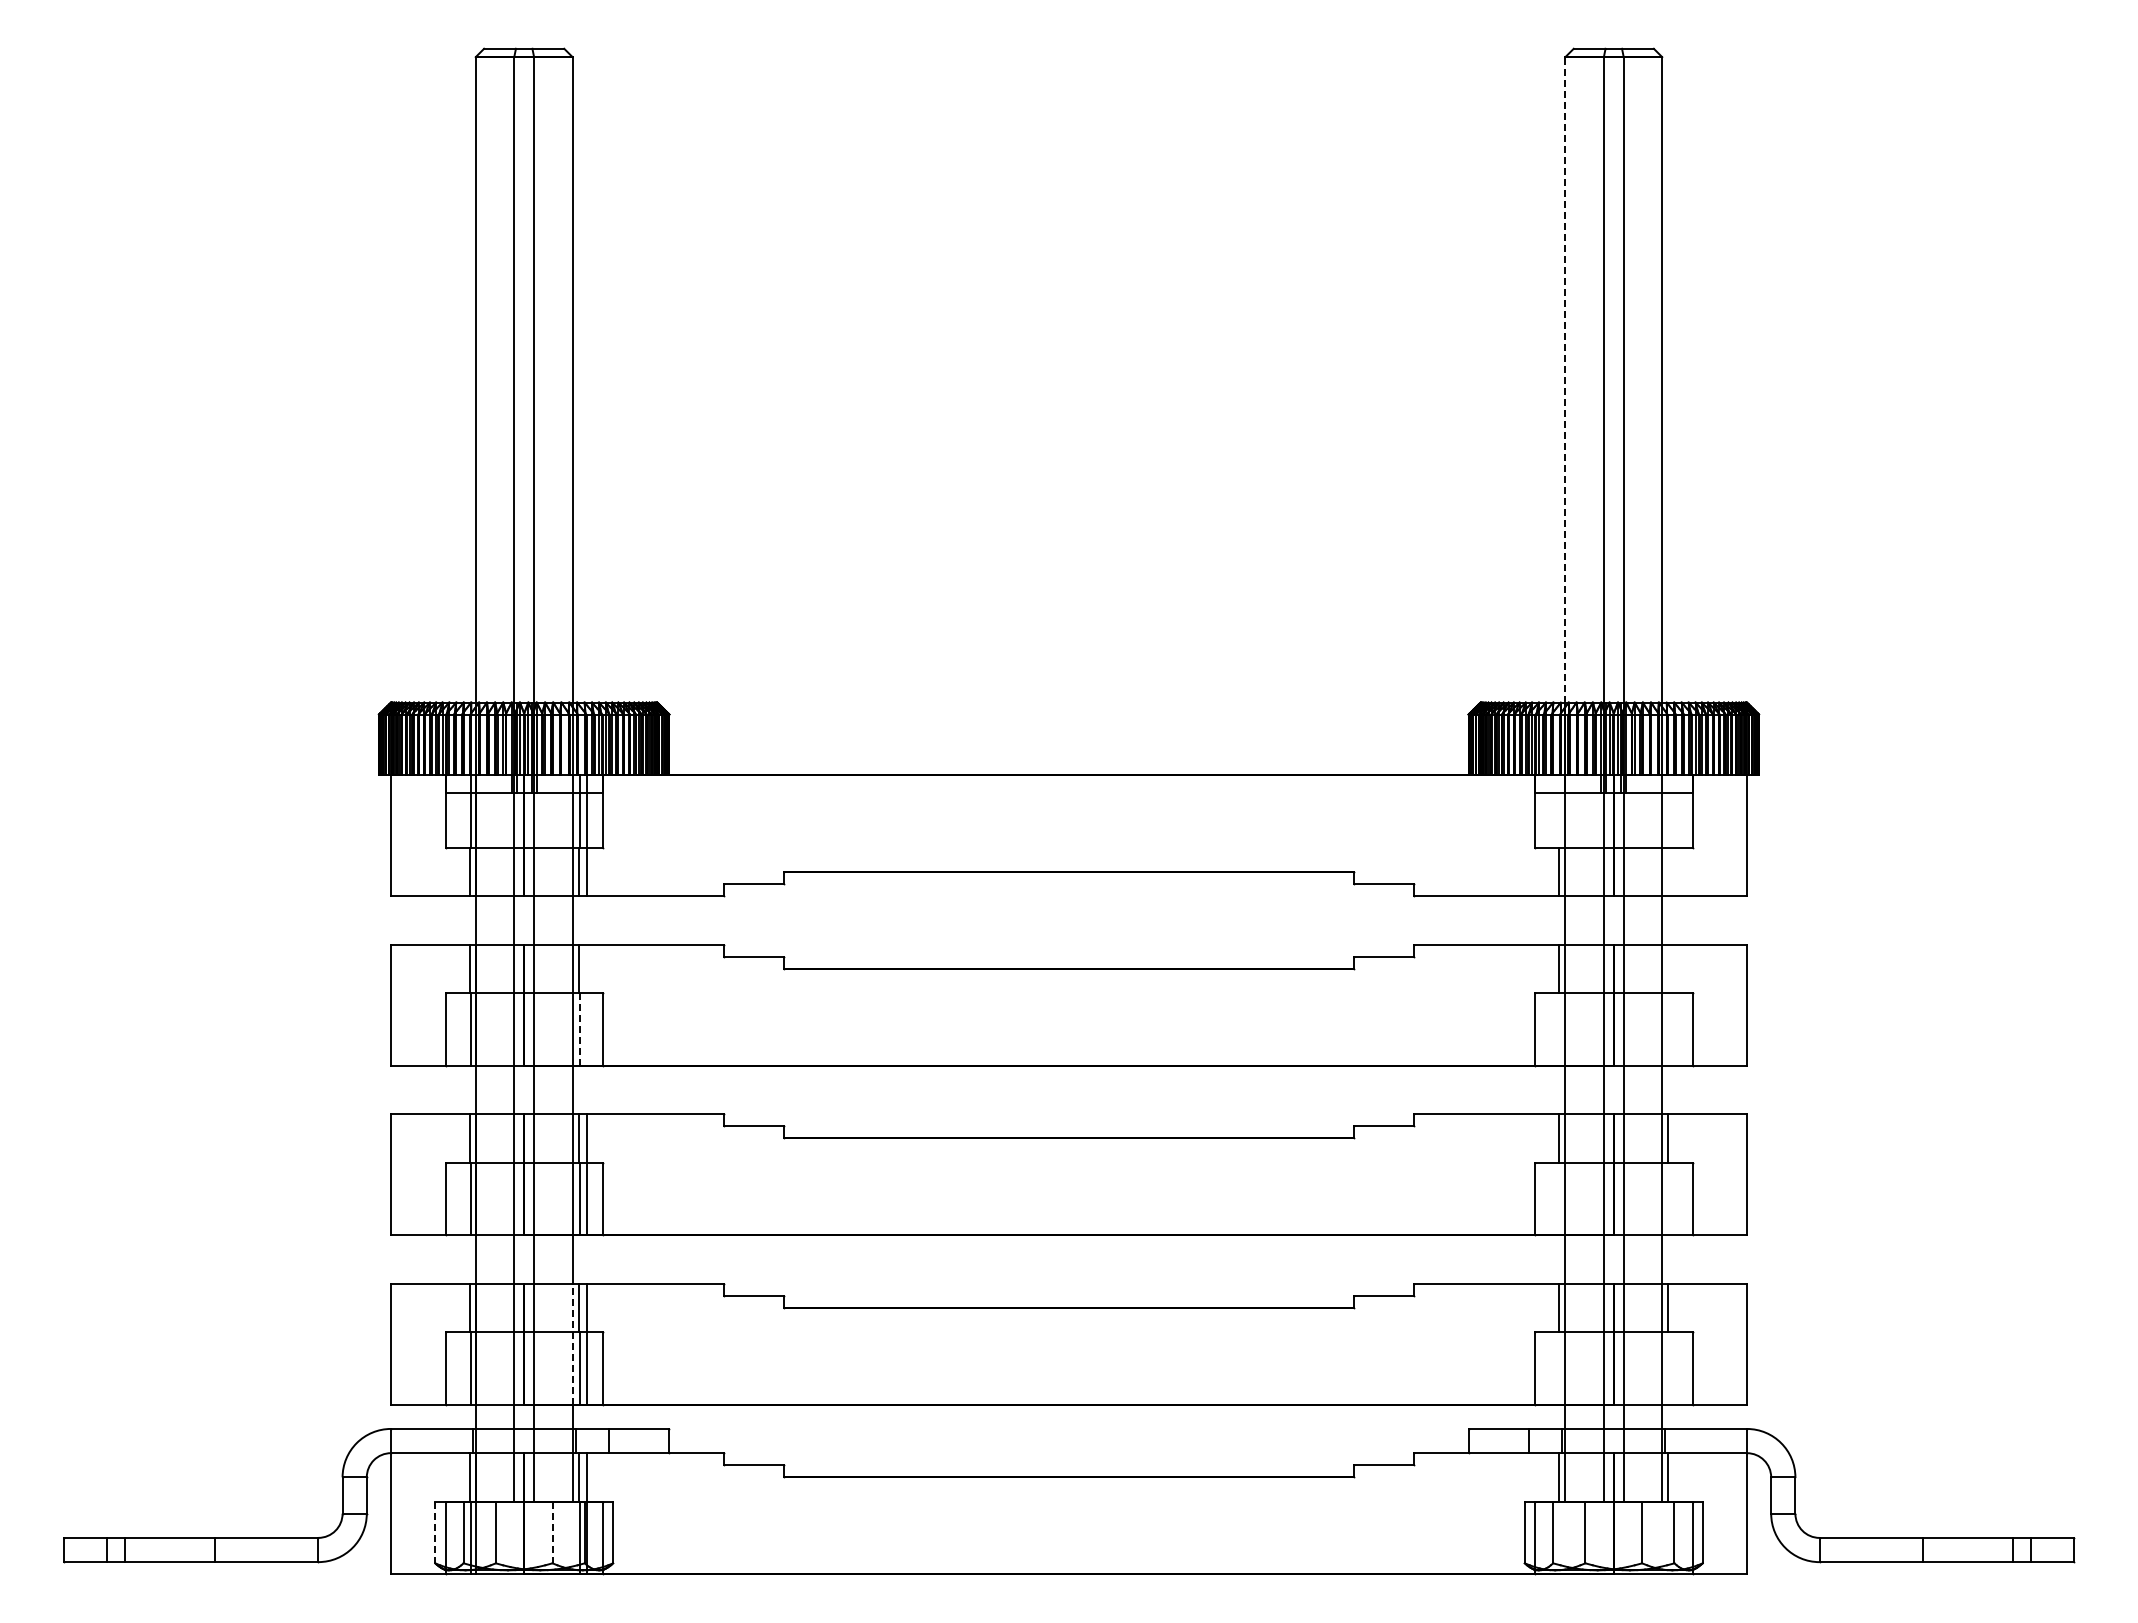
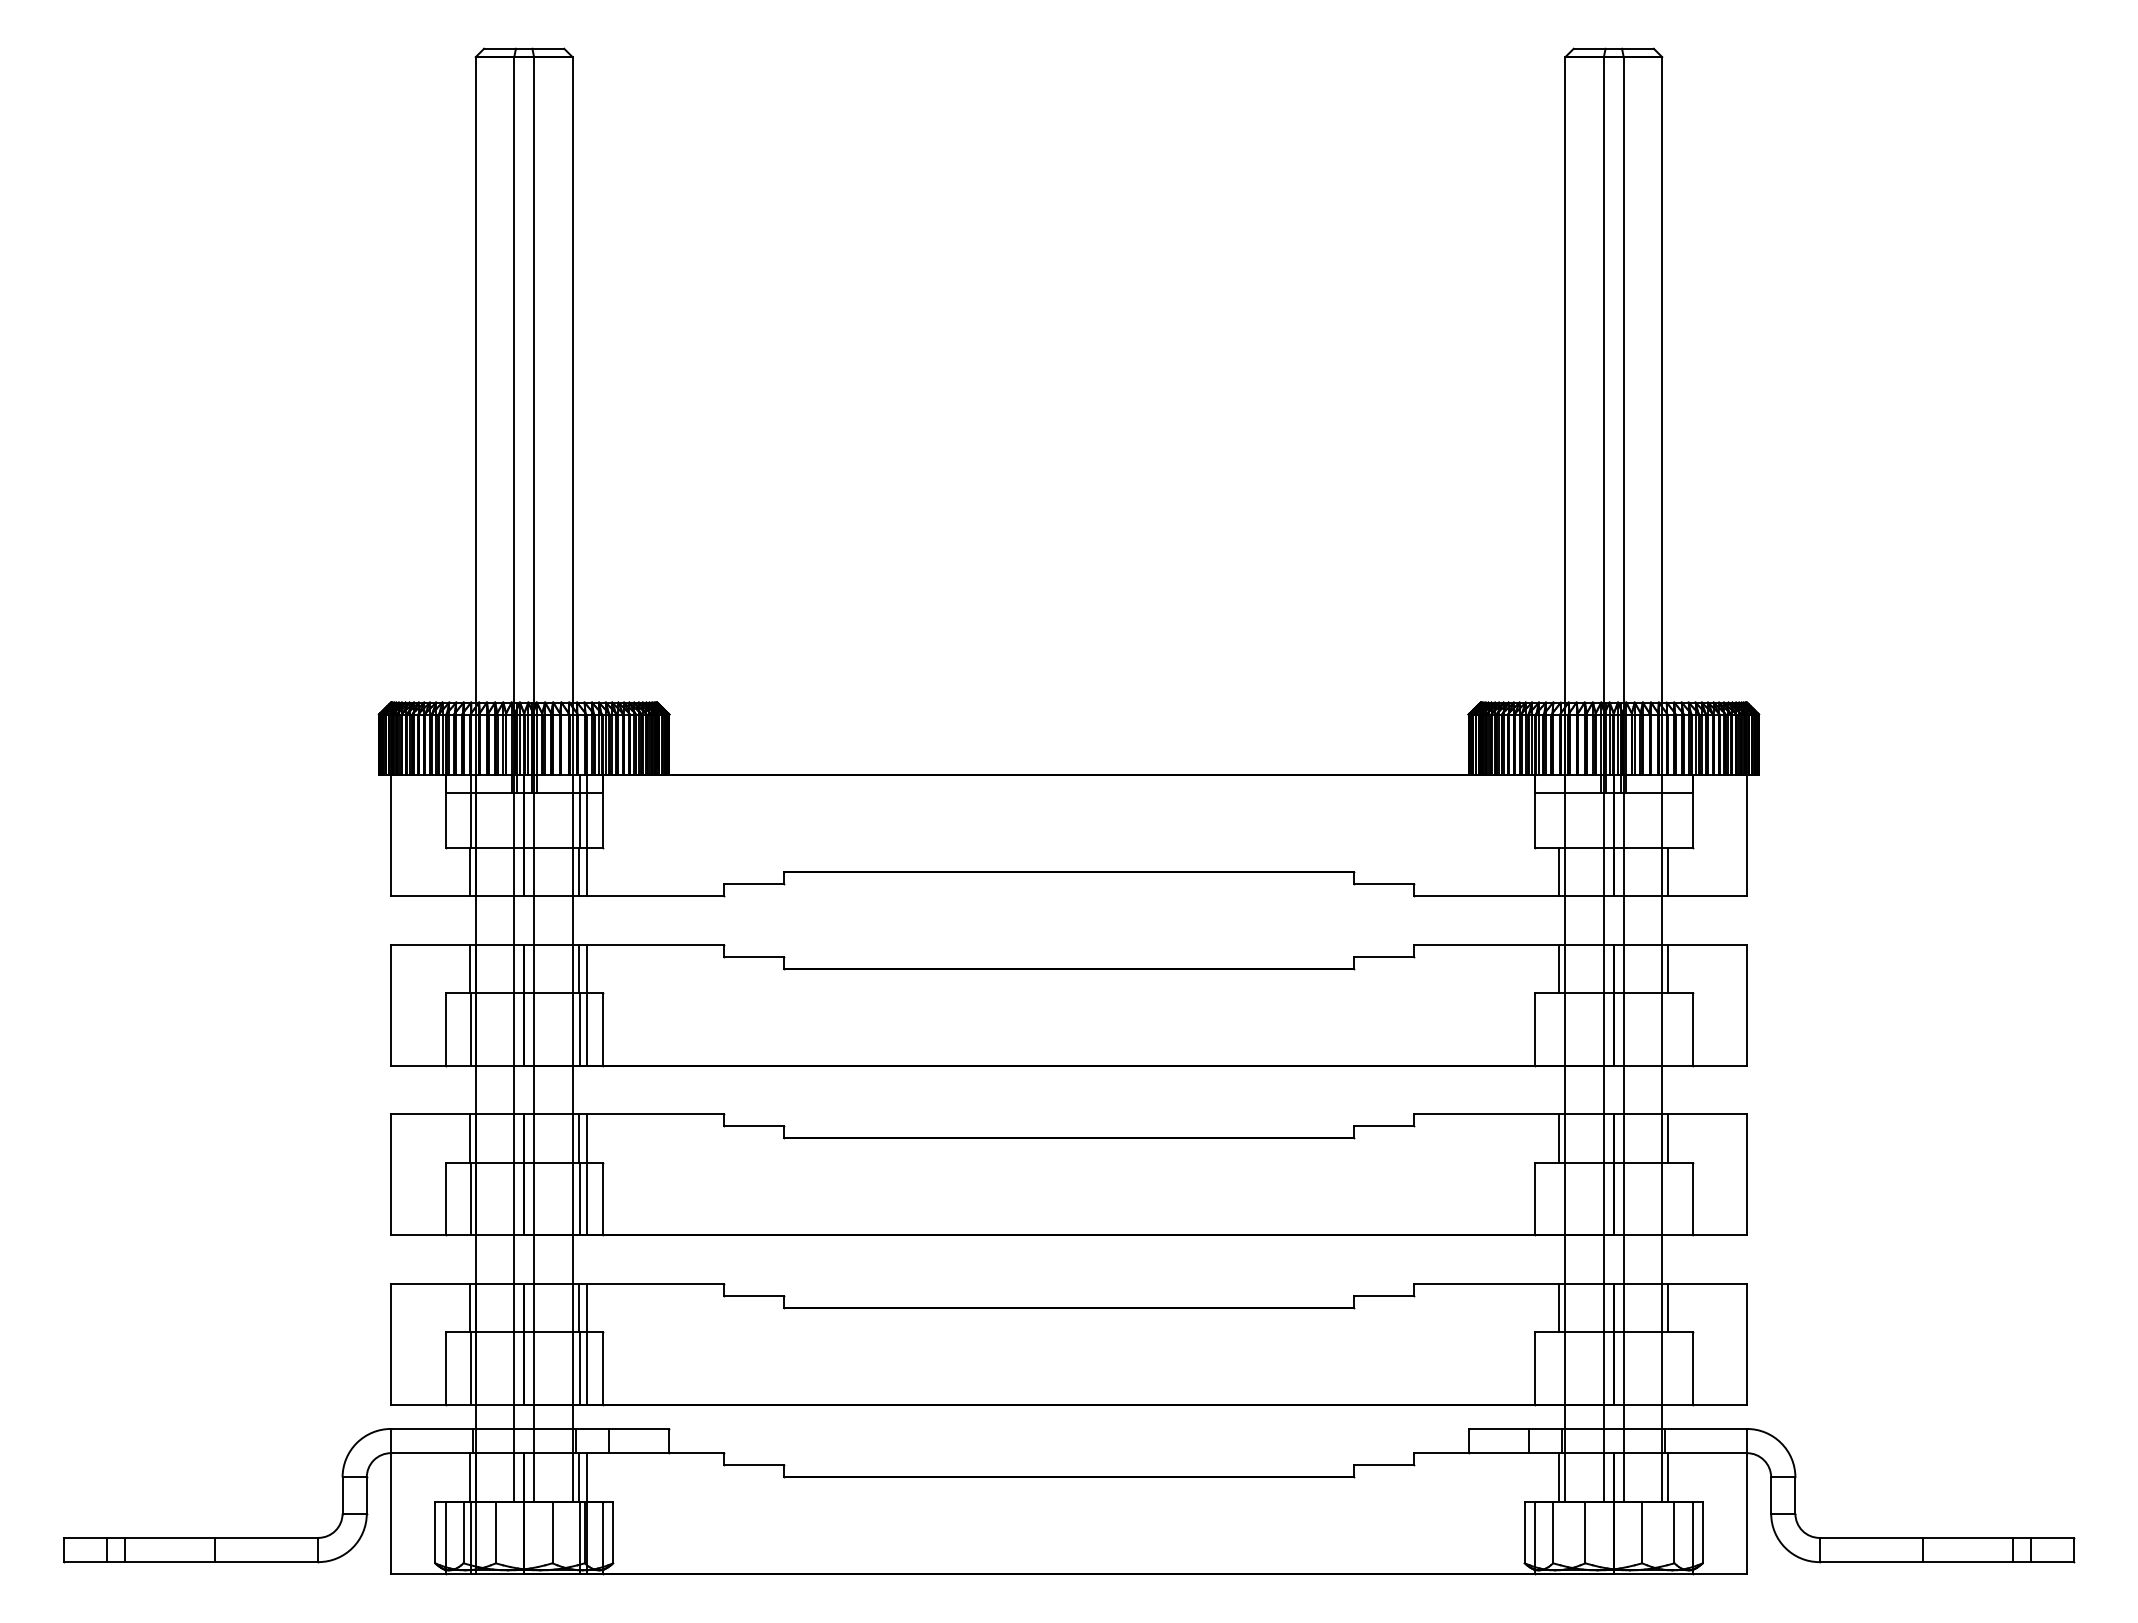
line at (1565, 379): dashed -> solid
line at (1668, 871): none -> present
line at (1668, 968): none -> present
line at (587, 1004): none -> present
line at (580, 1028): dashed -> solid
line at (572, 1344): dashed -> solid
line at (435, 1532): dashed -> solid
line at (552, 1532): dashed -> solid
